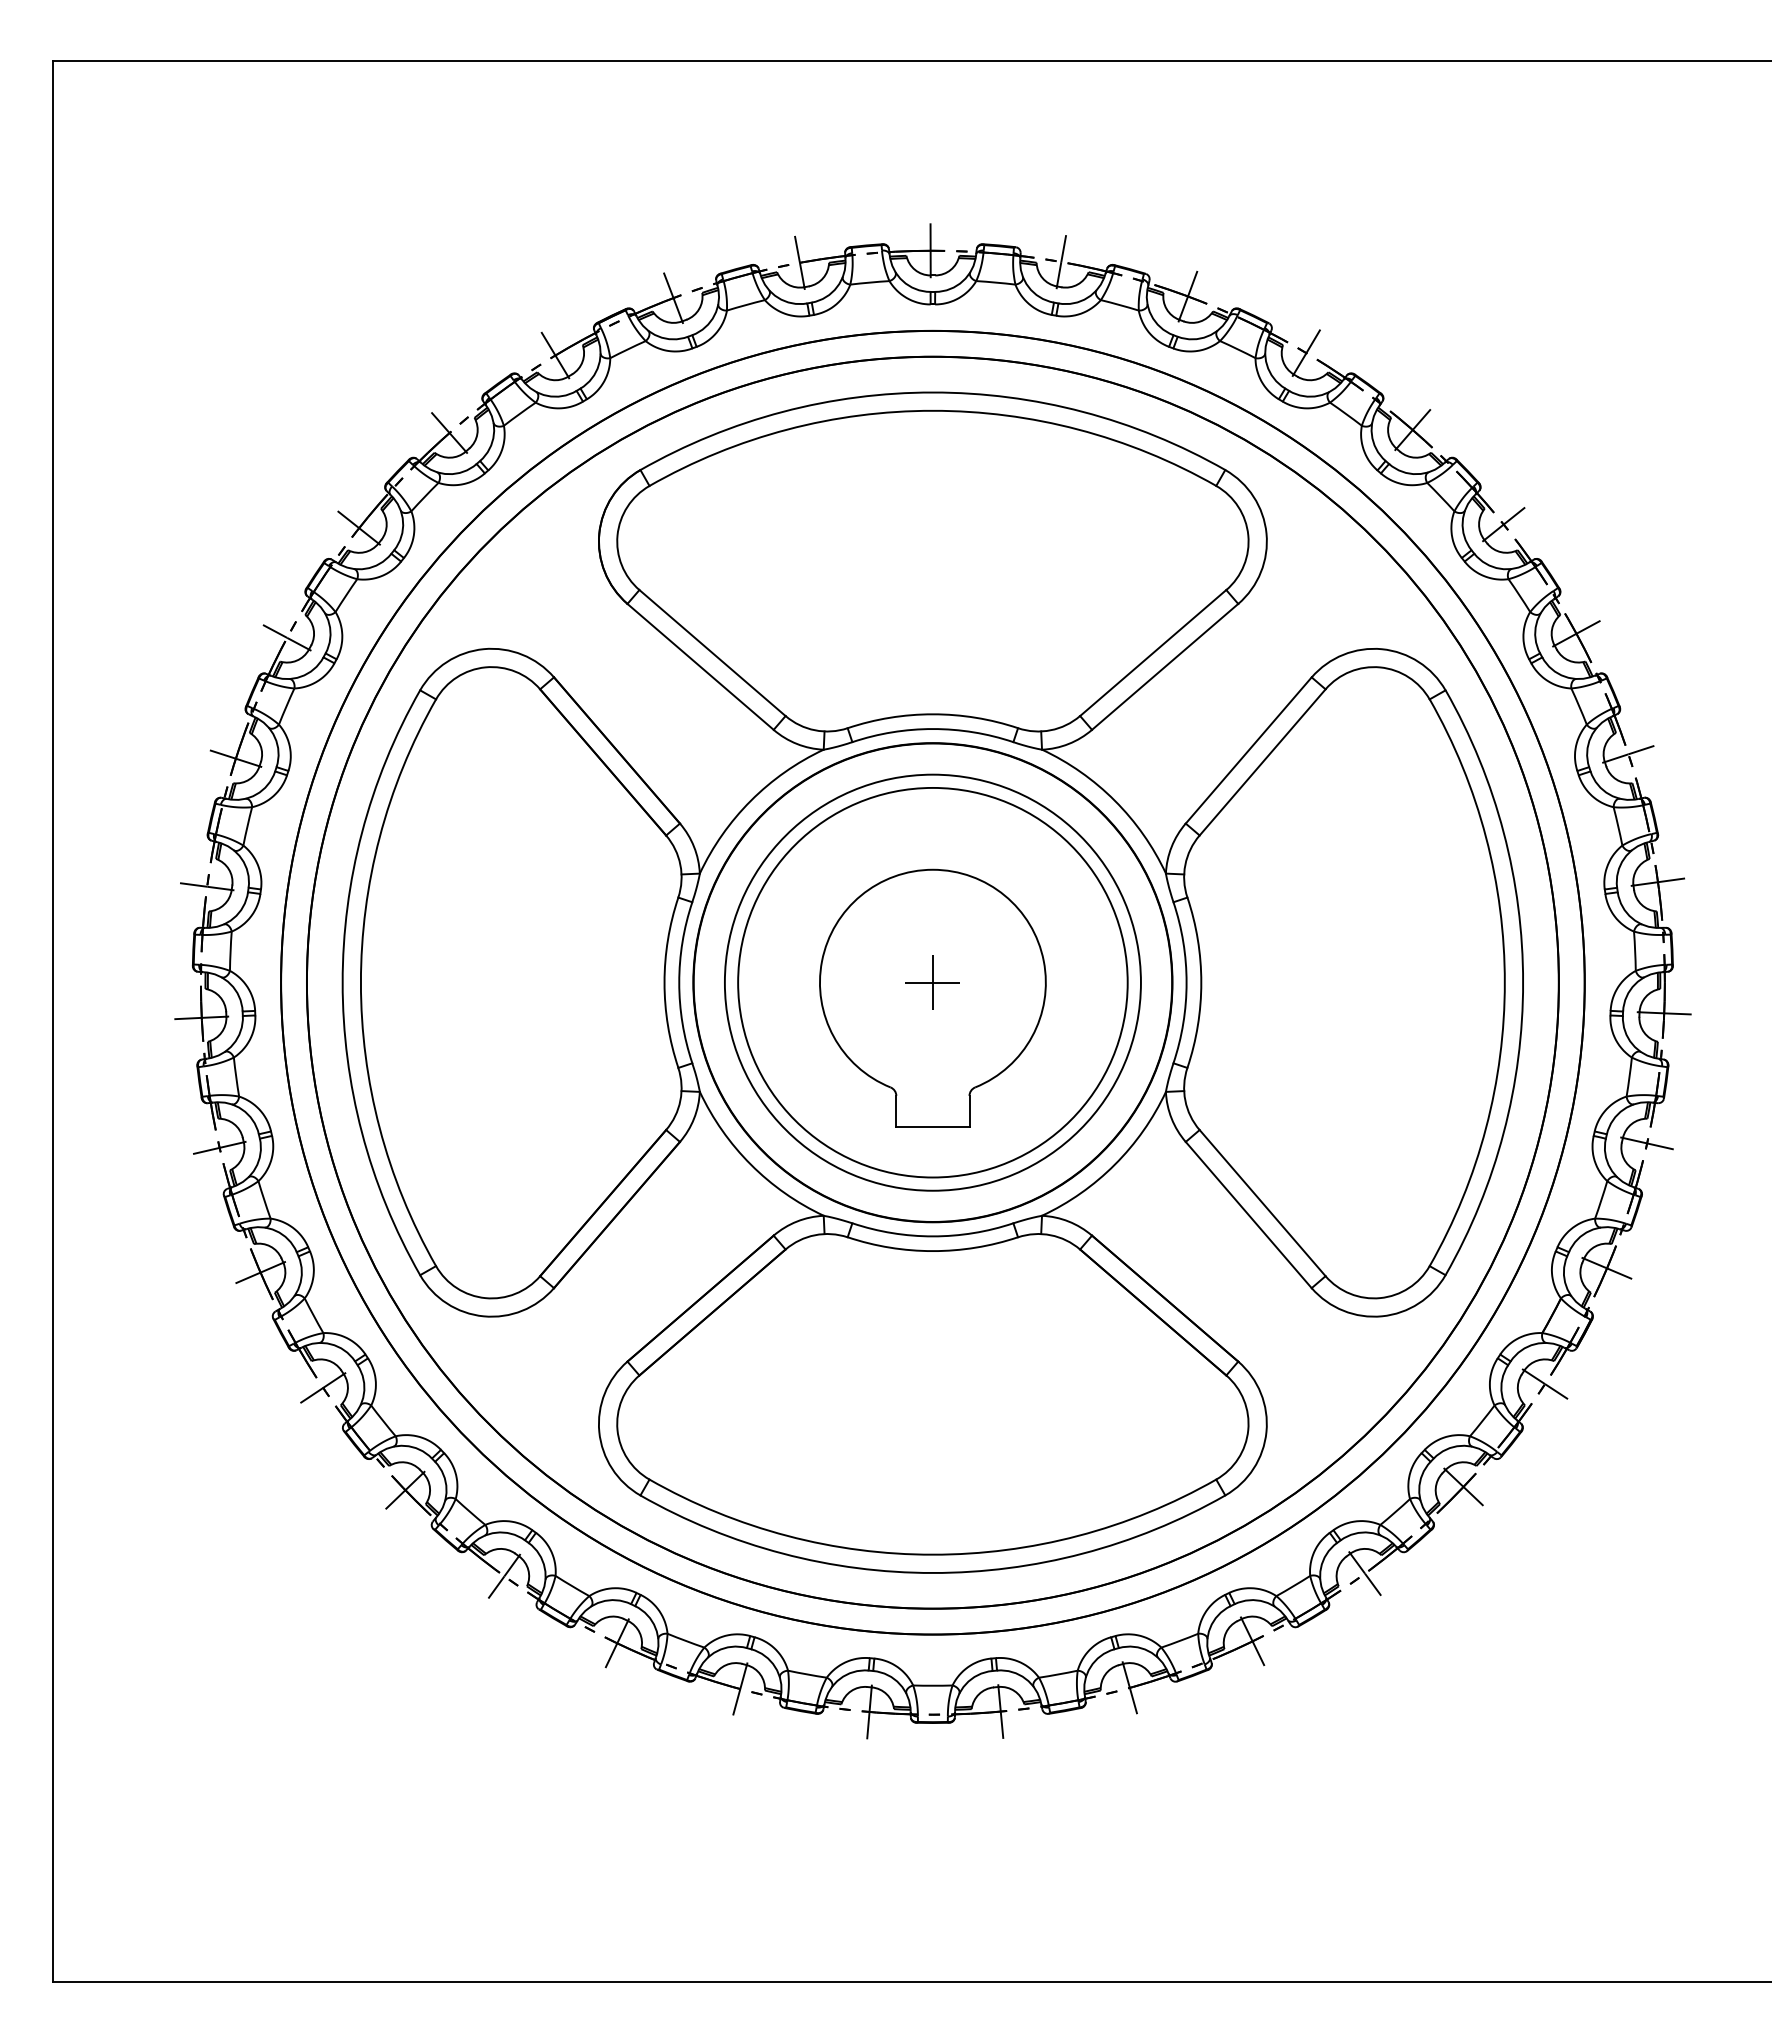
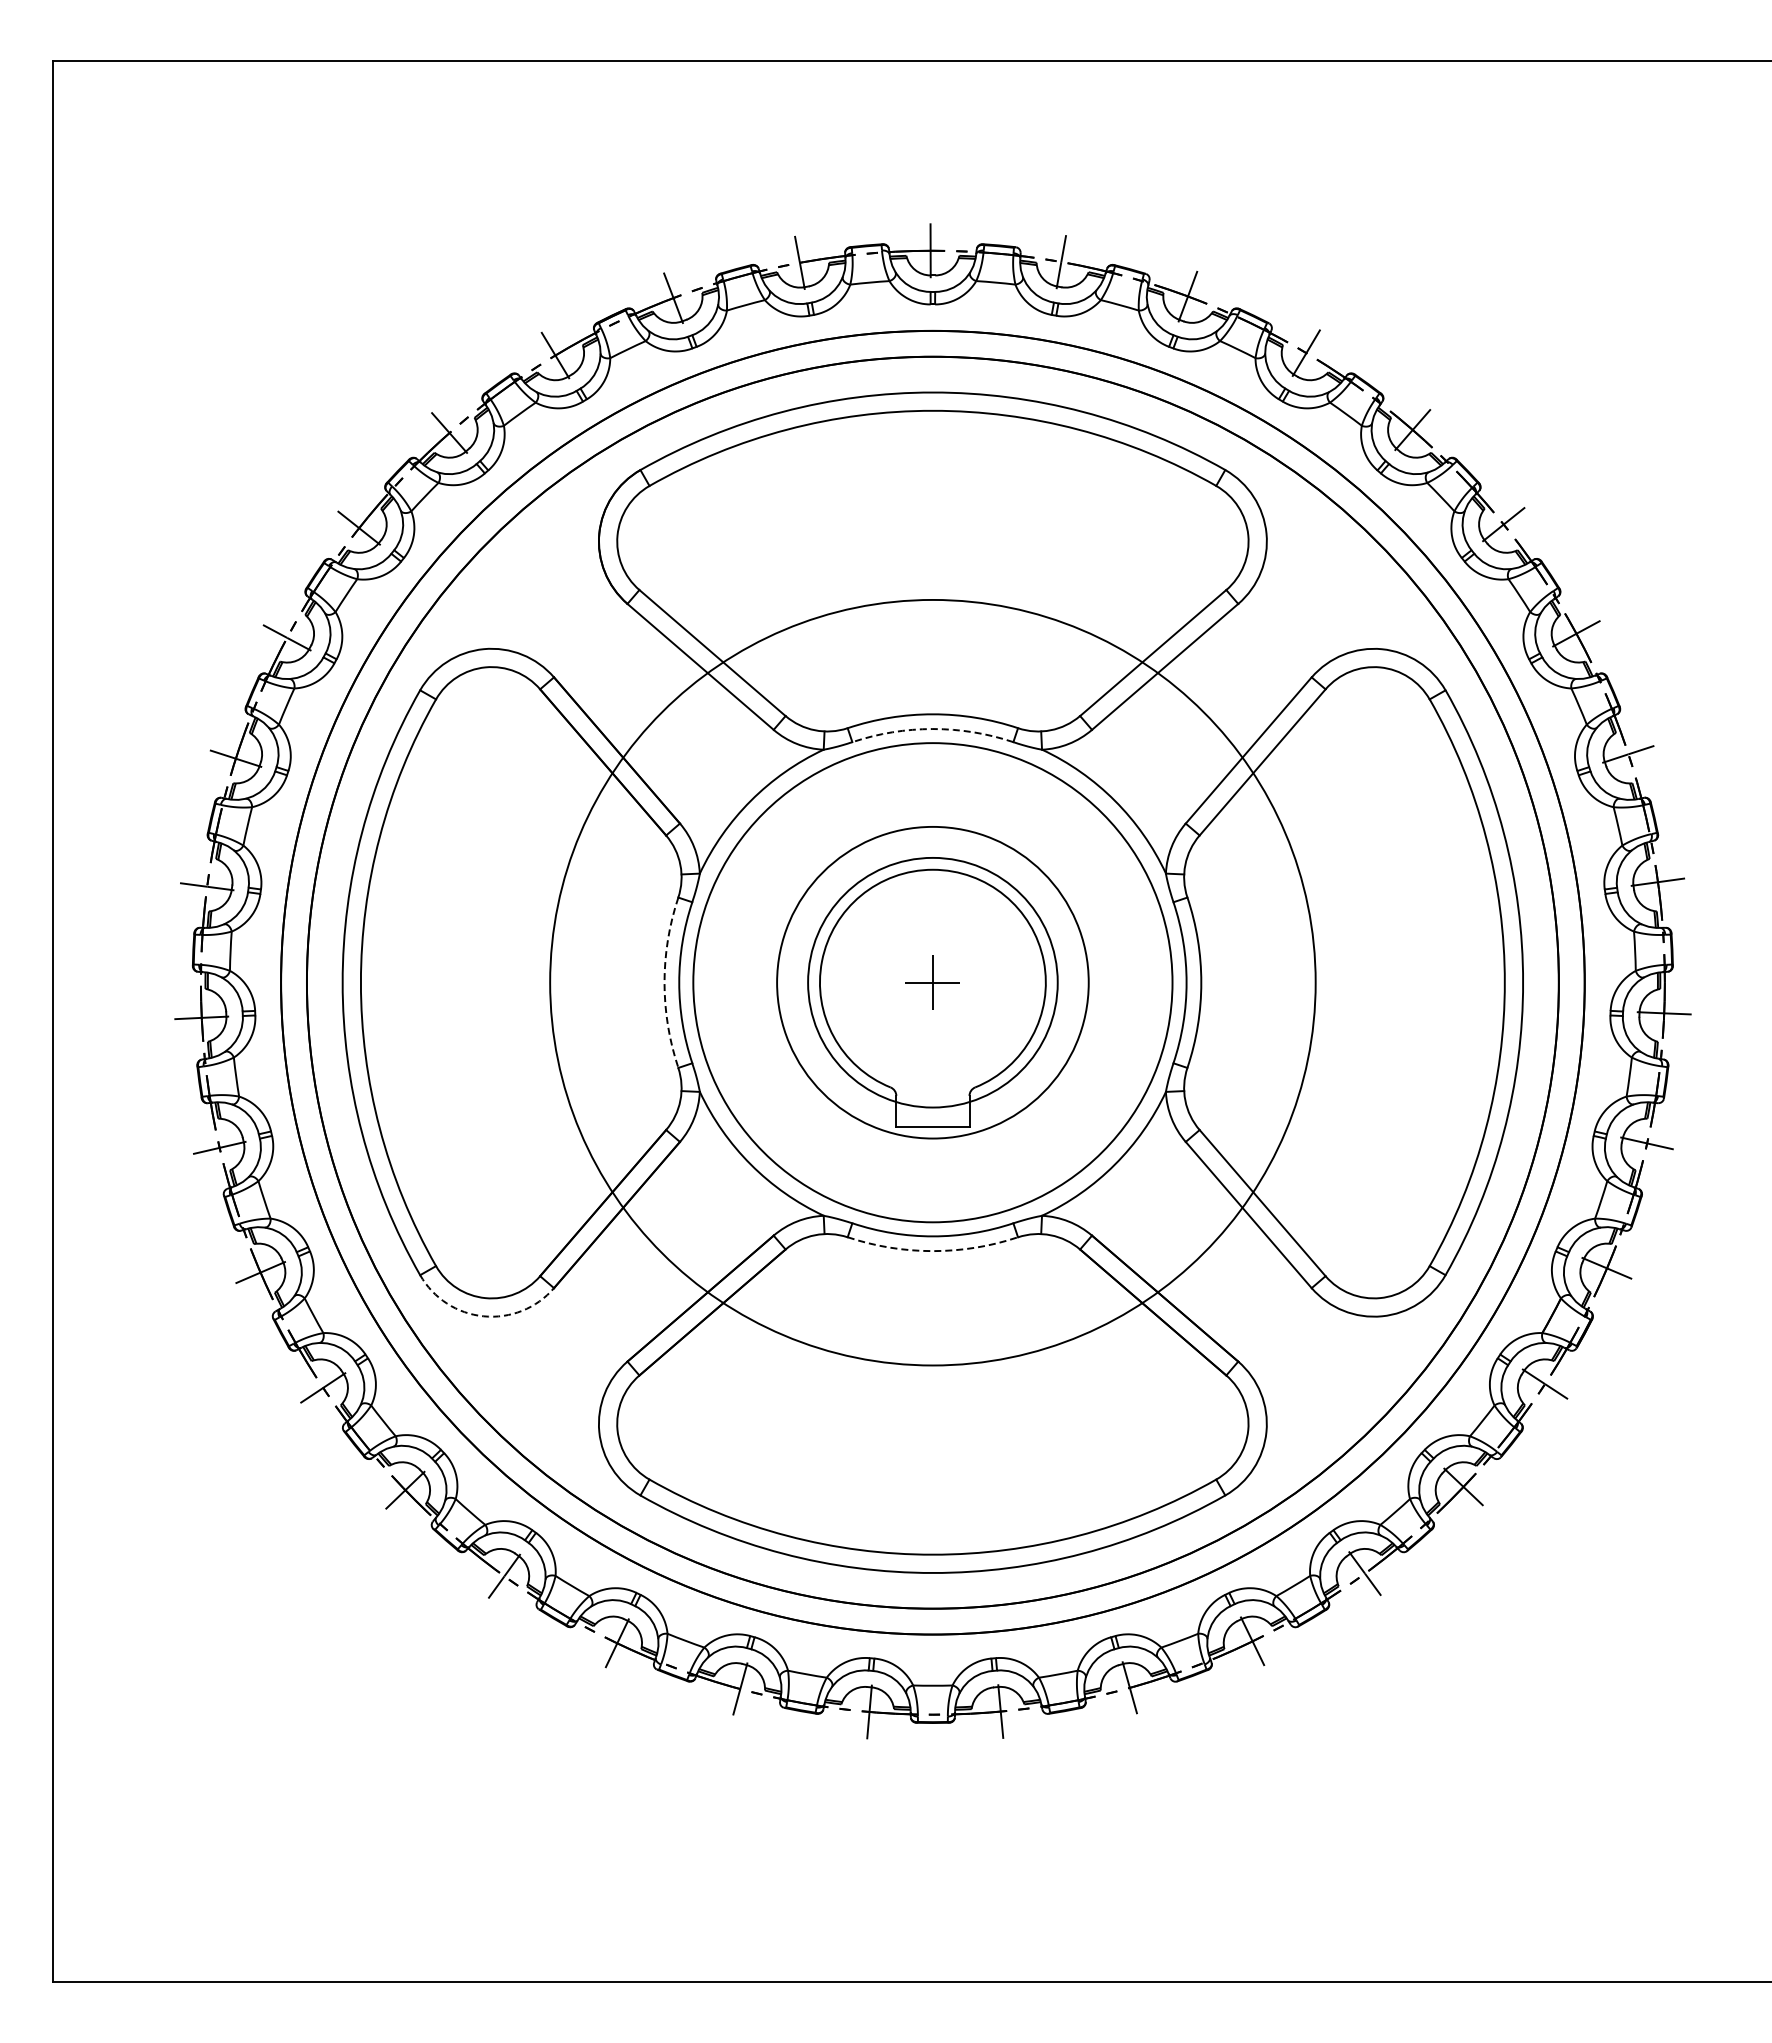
arc at (932, 729): solid -> dashed
arc at (664, 982): solid -> dashed
circle at (932, 982) diameter: 390 px -> 312 px
circle at (932, 982) diameter: 416 px -> 250 px
circle at (932, 982) diameter: 478 px -> 766 px
arc at (932, 1251): solid -> dashed
arc at (483, 1316): solid -> dashed
